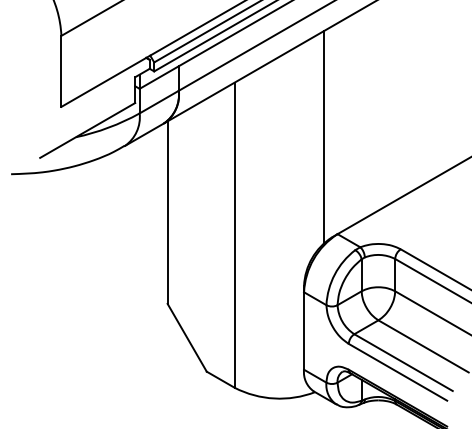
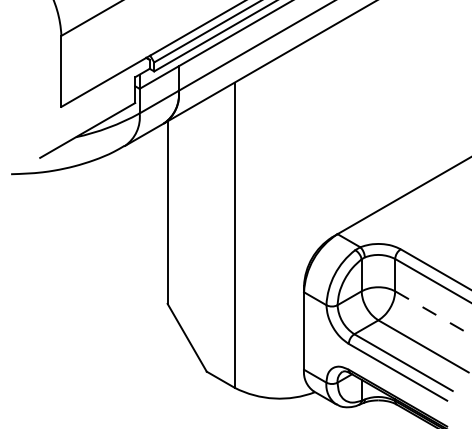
line at (324, 136): present -> none
line at (433, 313): solid -> dashed
